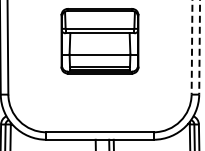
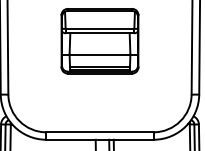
line at (192, 47): dashed -> solid
line at (199, 47): dashed -> solid
